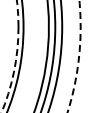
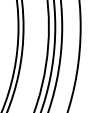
circle at (9, 56): dashed -> solid
arc at (78, 57): dashed -> solid
